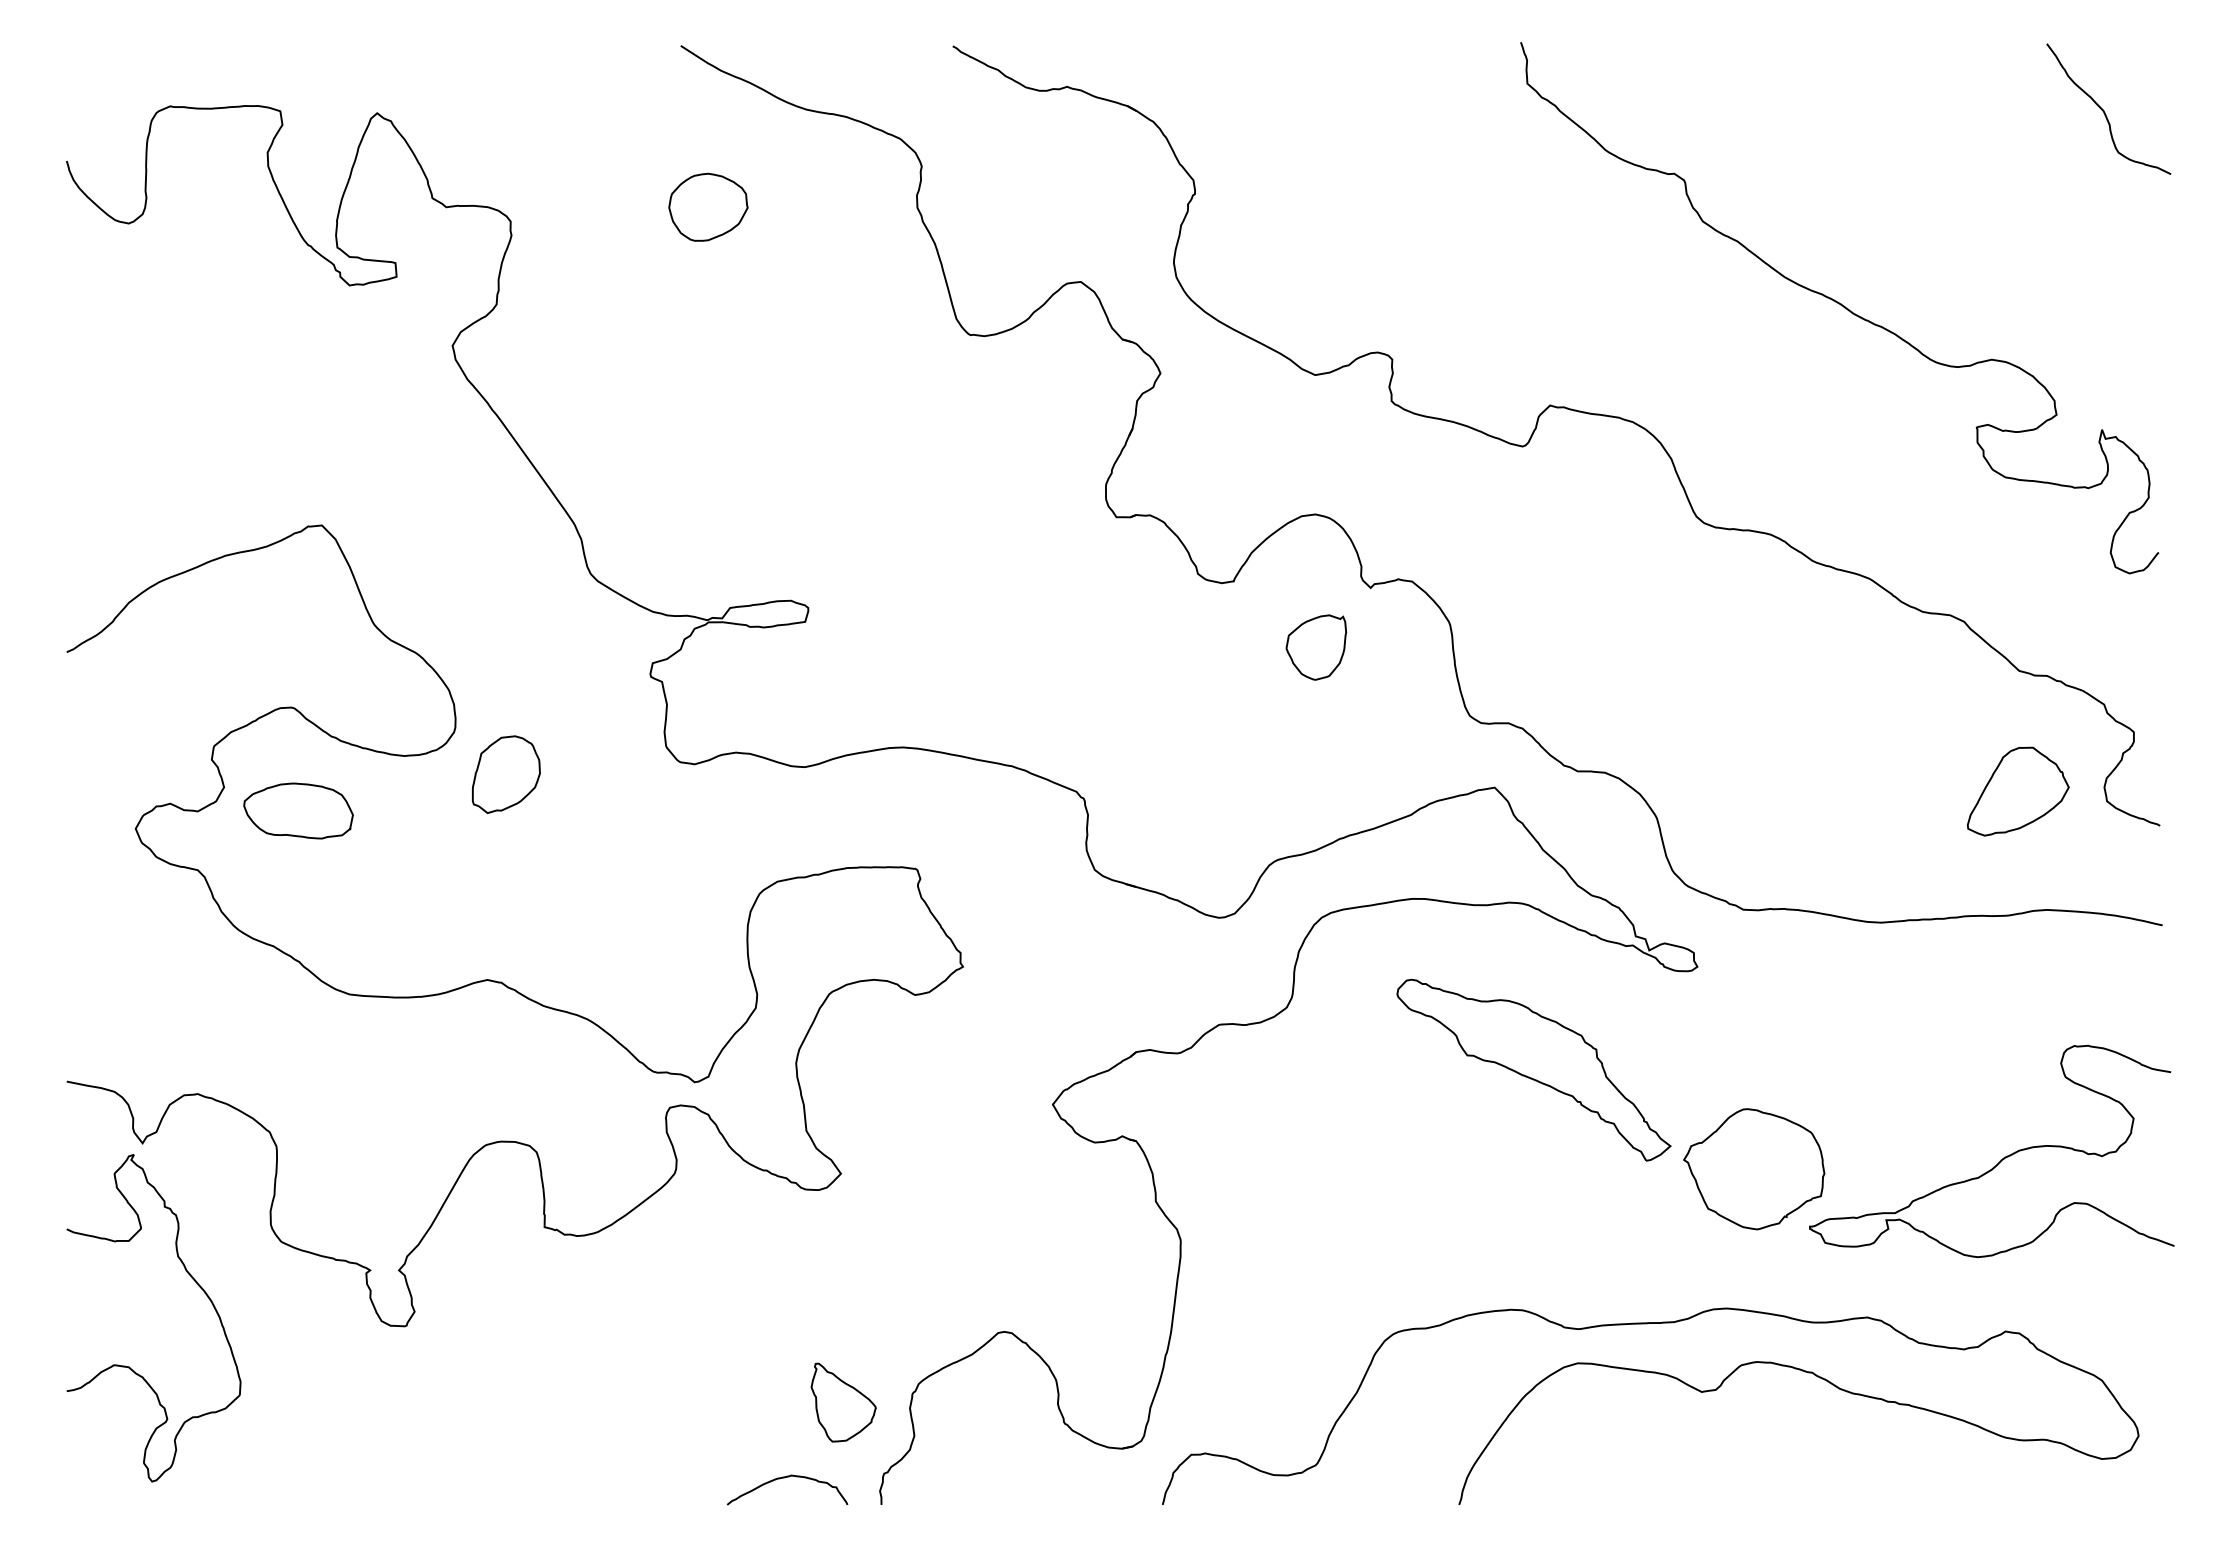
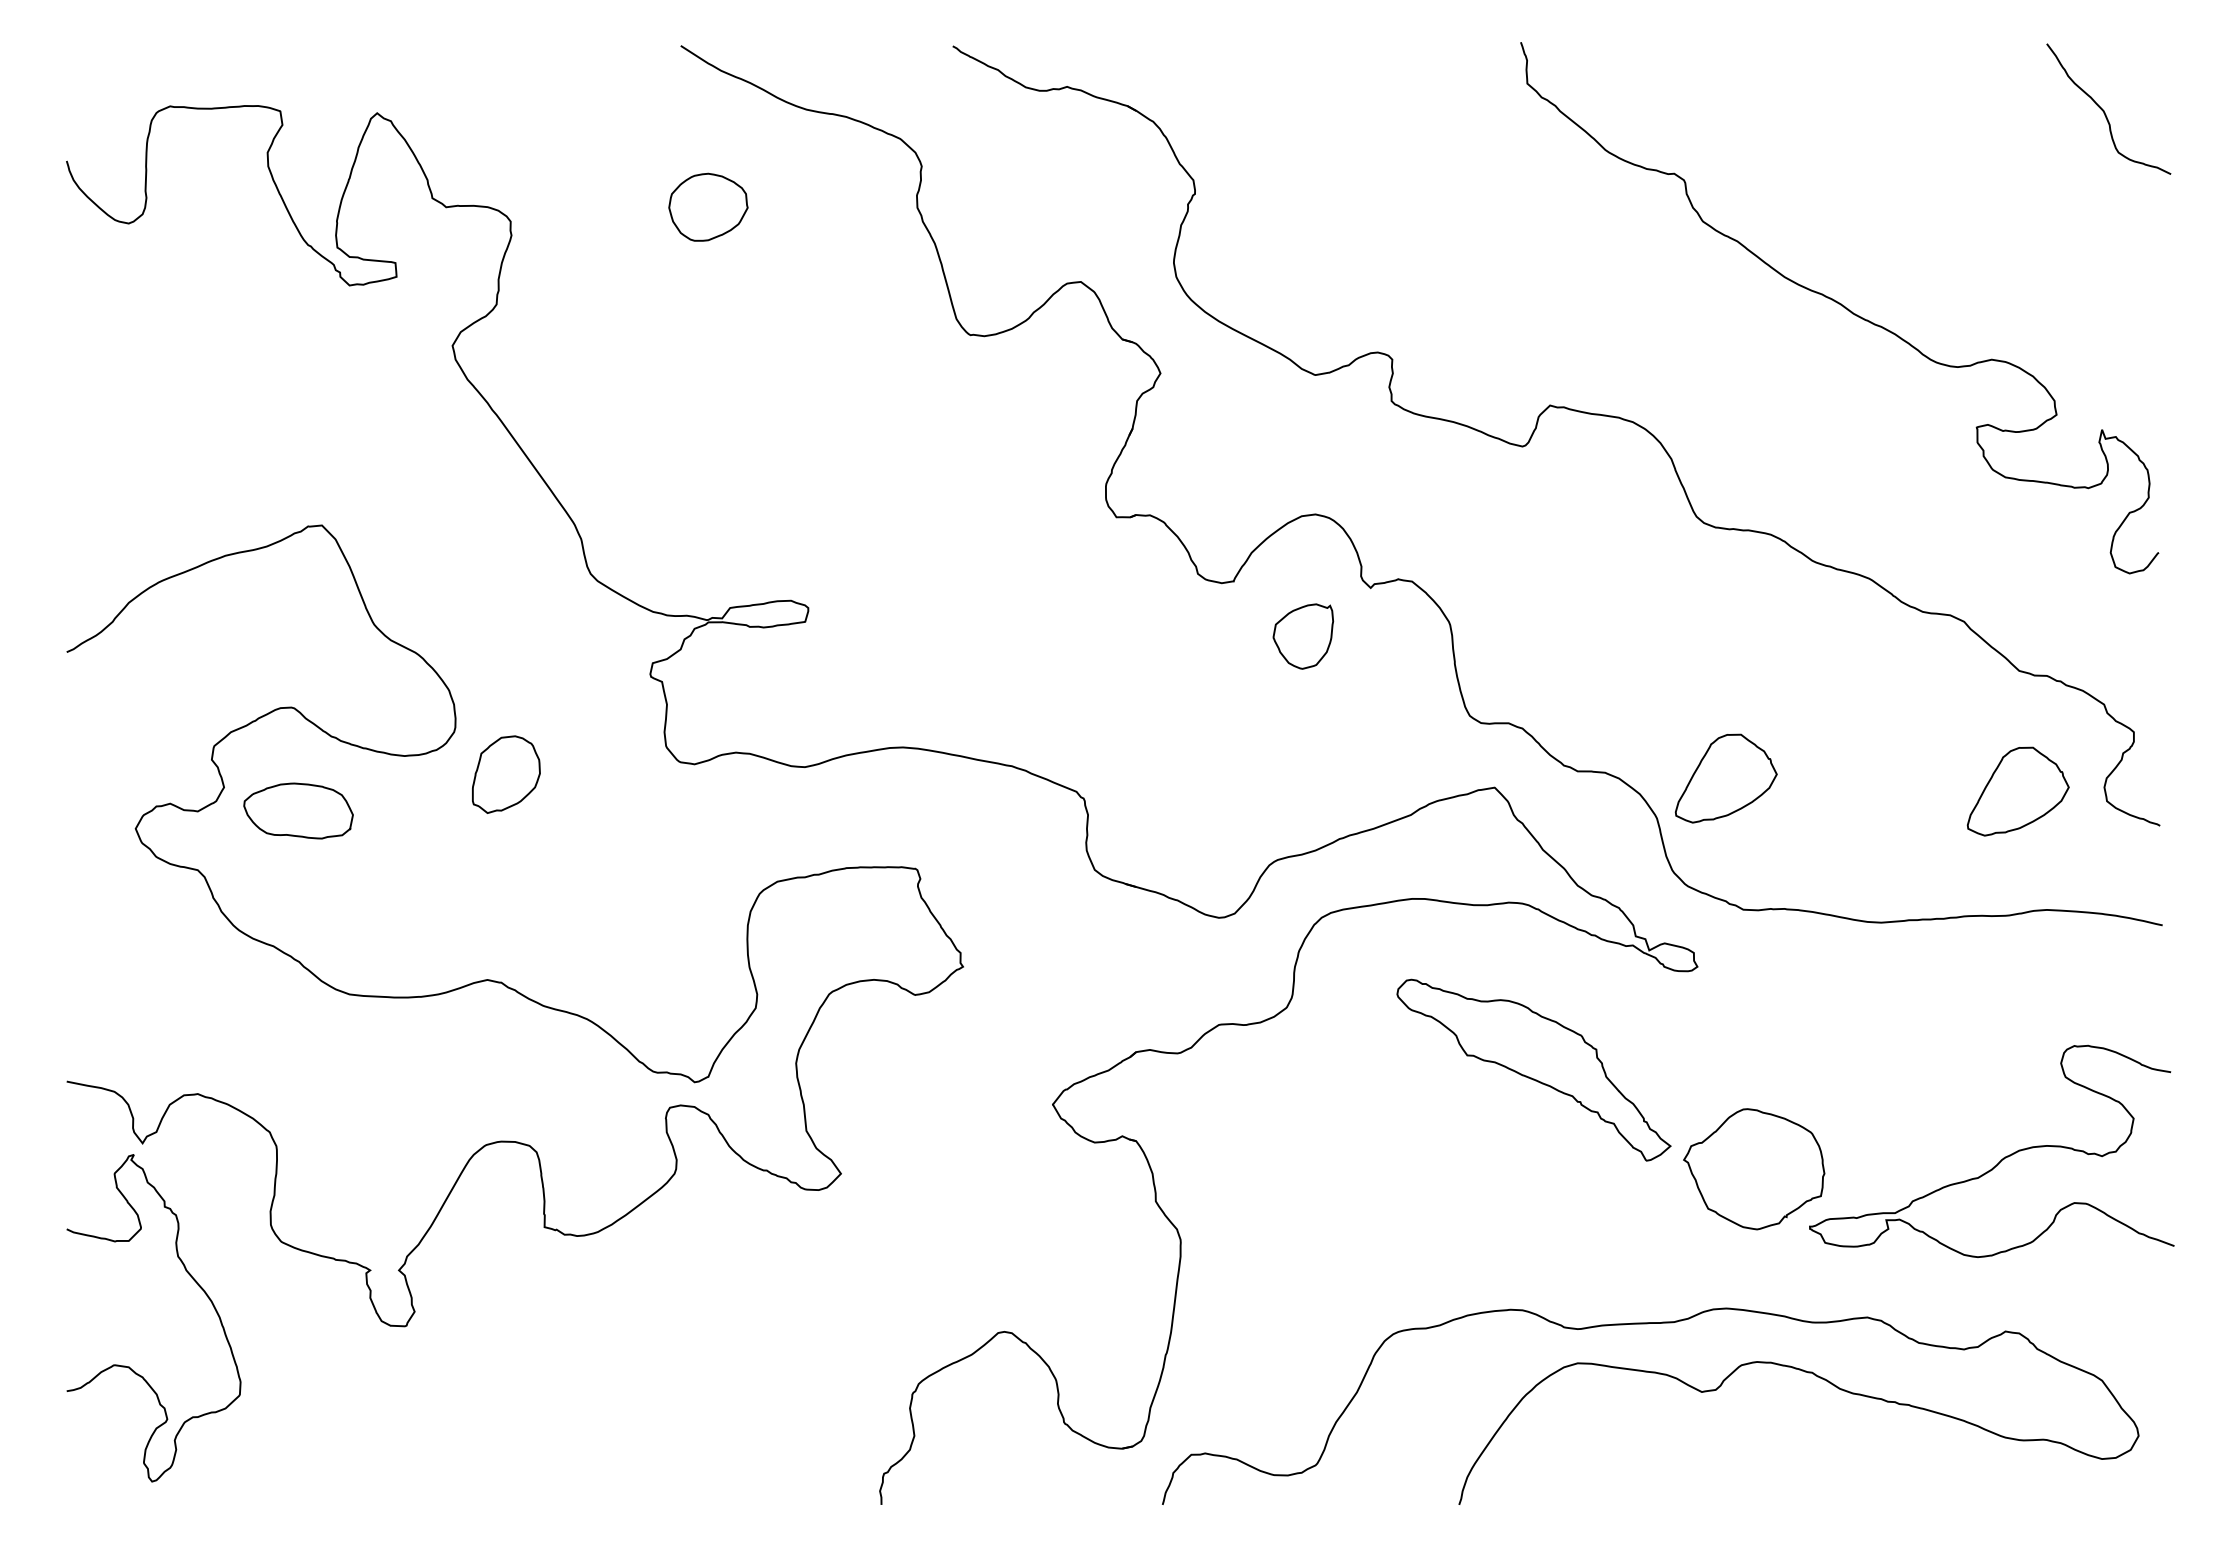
part at (1316, 647) position: (1316, 647) -> (1303, 636)
part at (1725, 778): none -> present
part at (843, 1402): present -> none
curve at (784, 1478): present -> none
